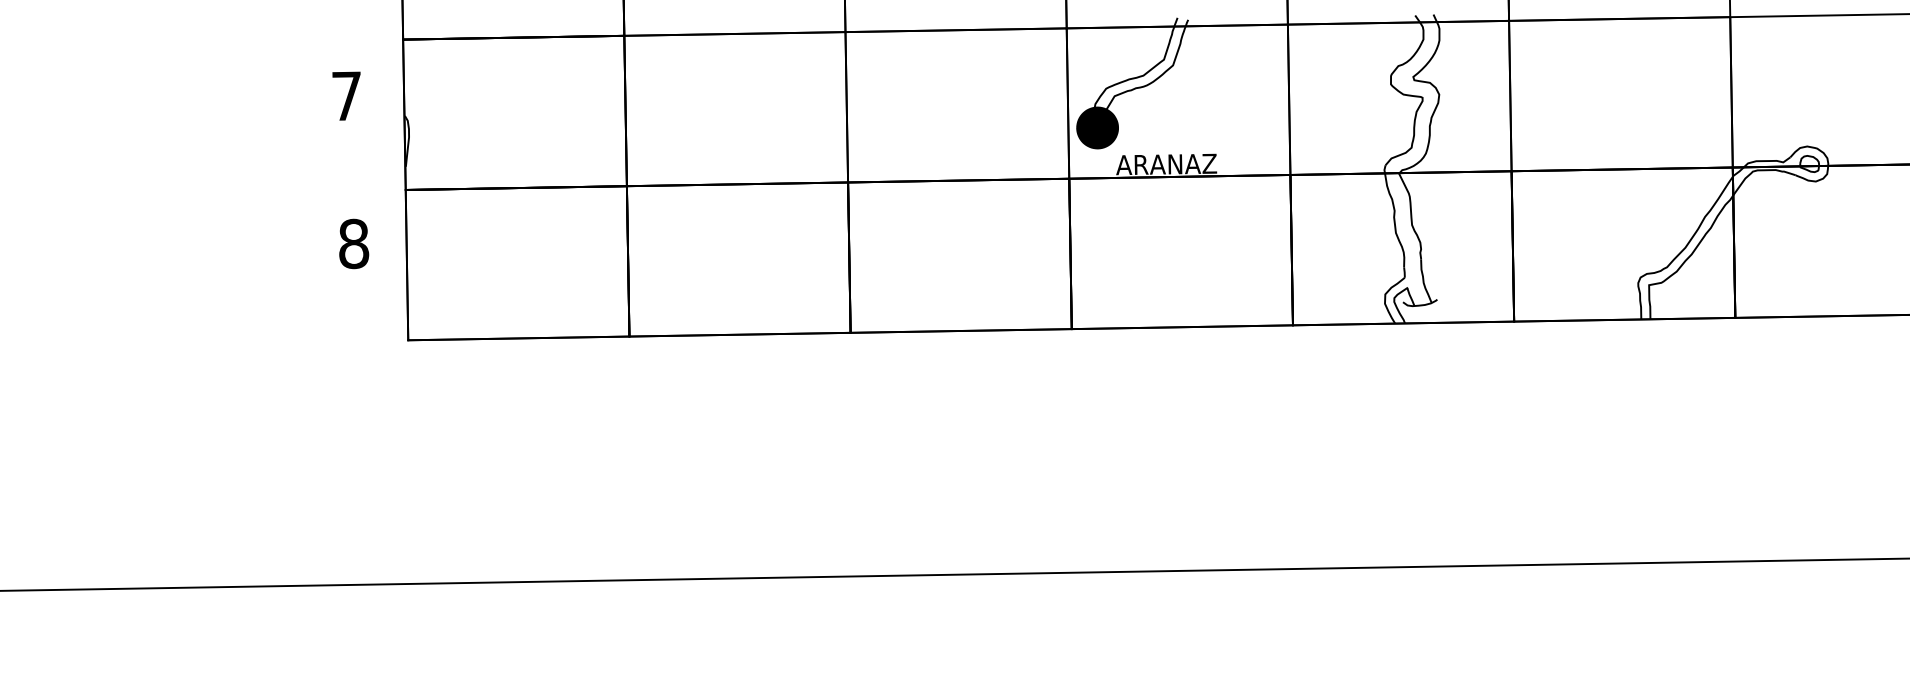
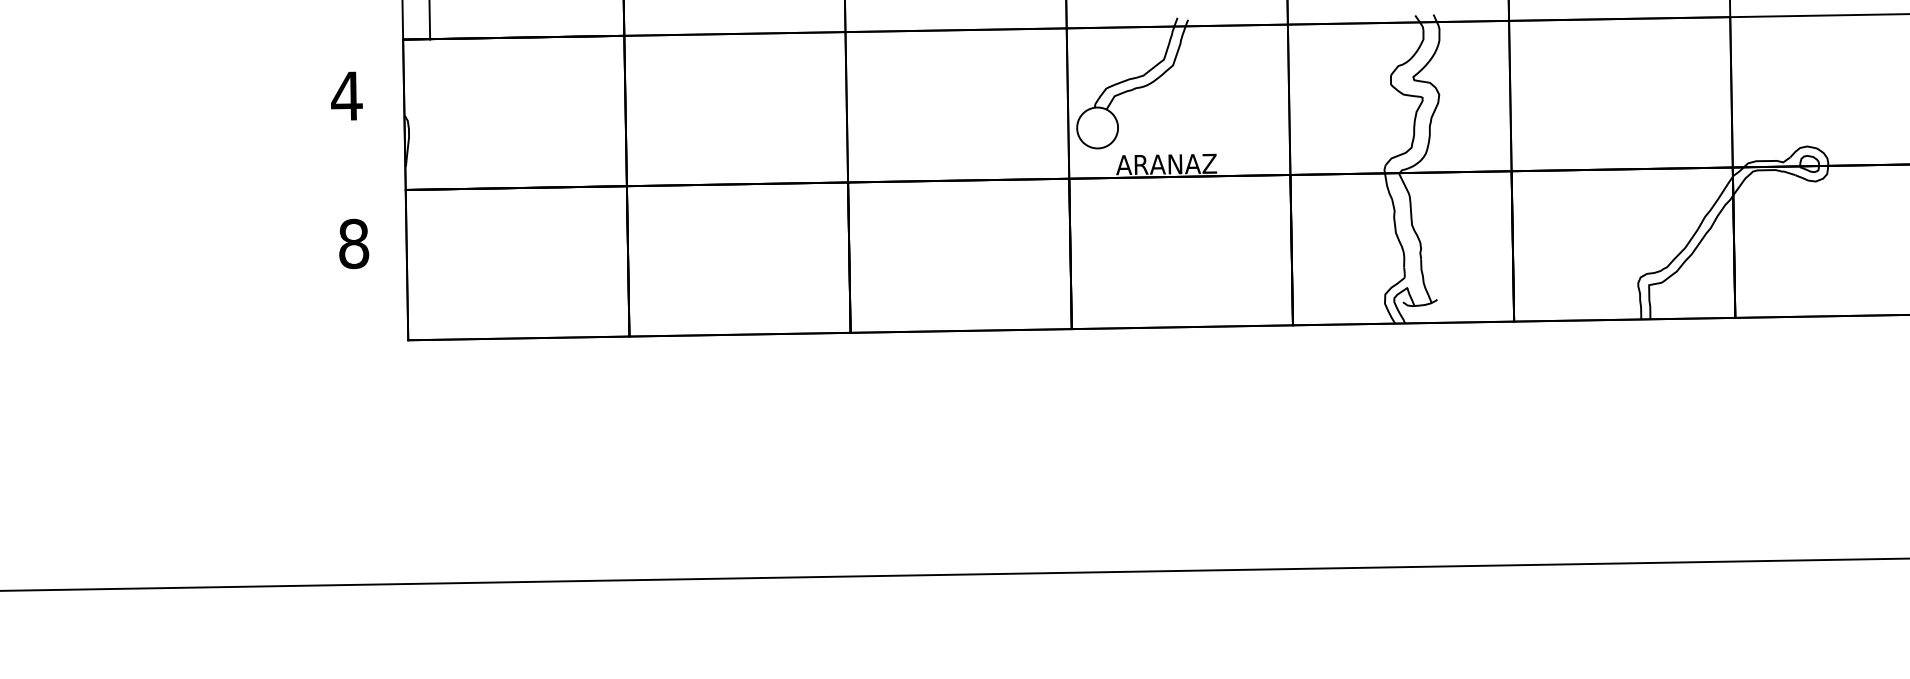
line at (402, 20) position: (402, 20) -> (429, 20)
text at (346, 95): 7 -> 4
fill at (1097, 127): present -> none
fill at (1097, 127): present -> none
